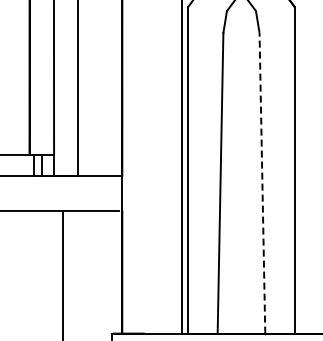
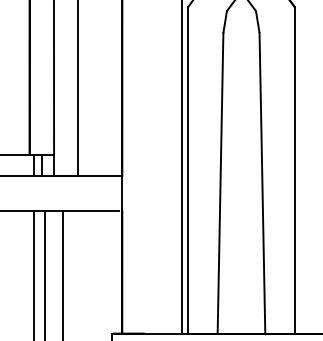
line at (262, 182): dashed -> solid
line at (33, 274): none -> present
line at (45, 274): none -> present
